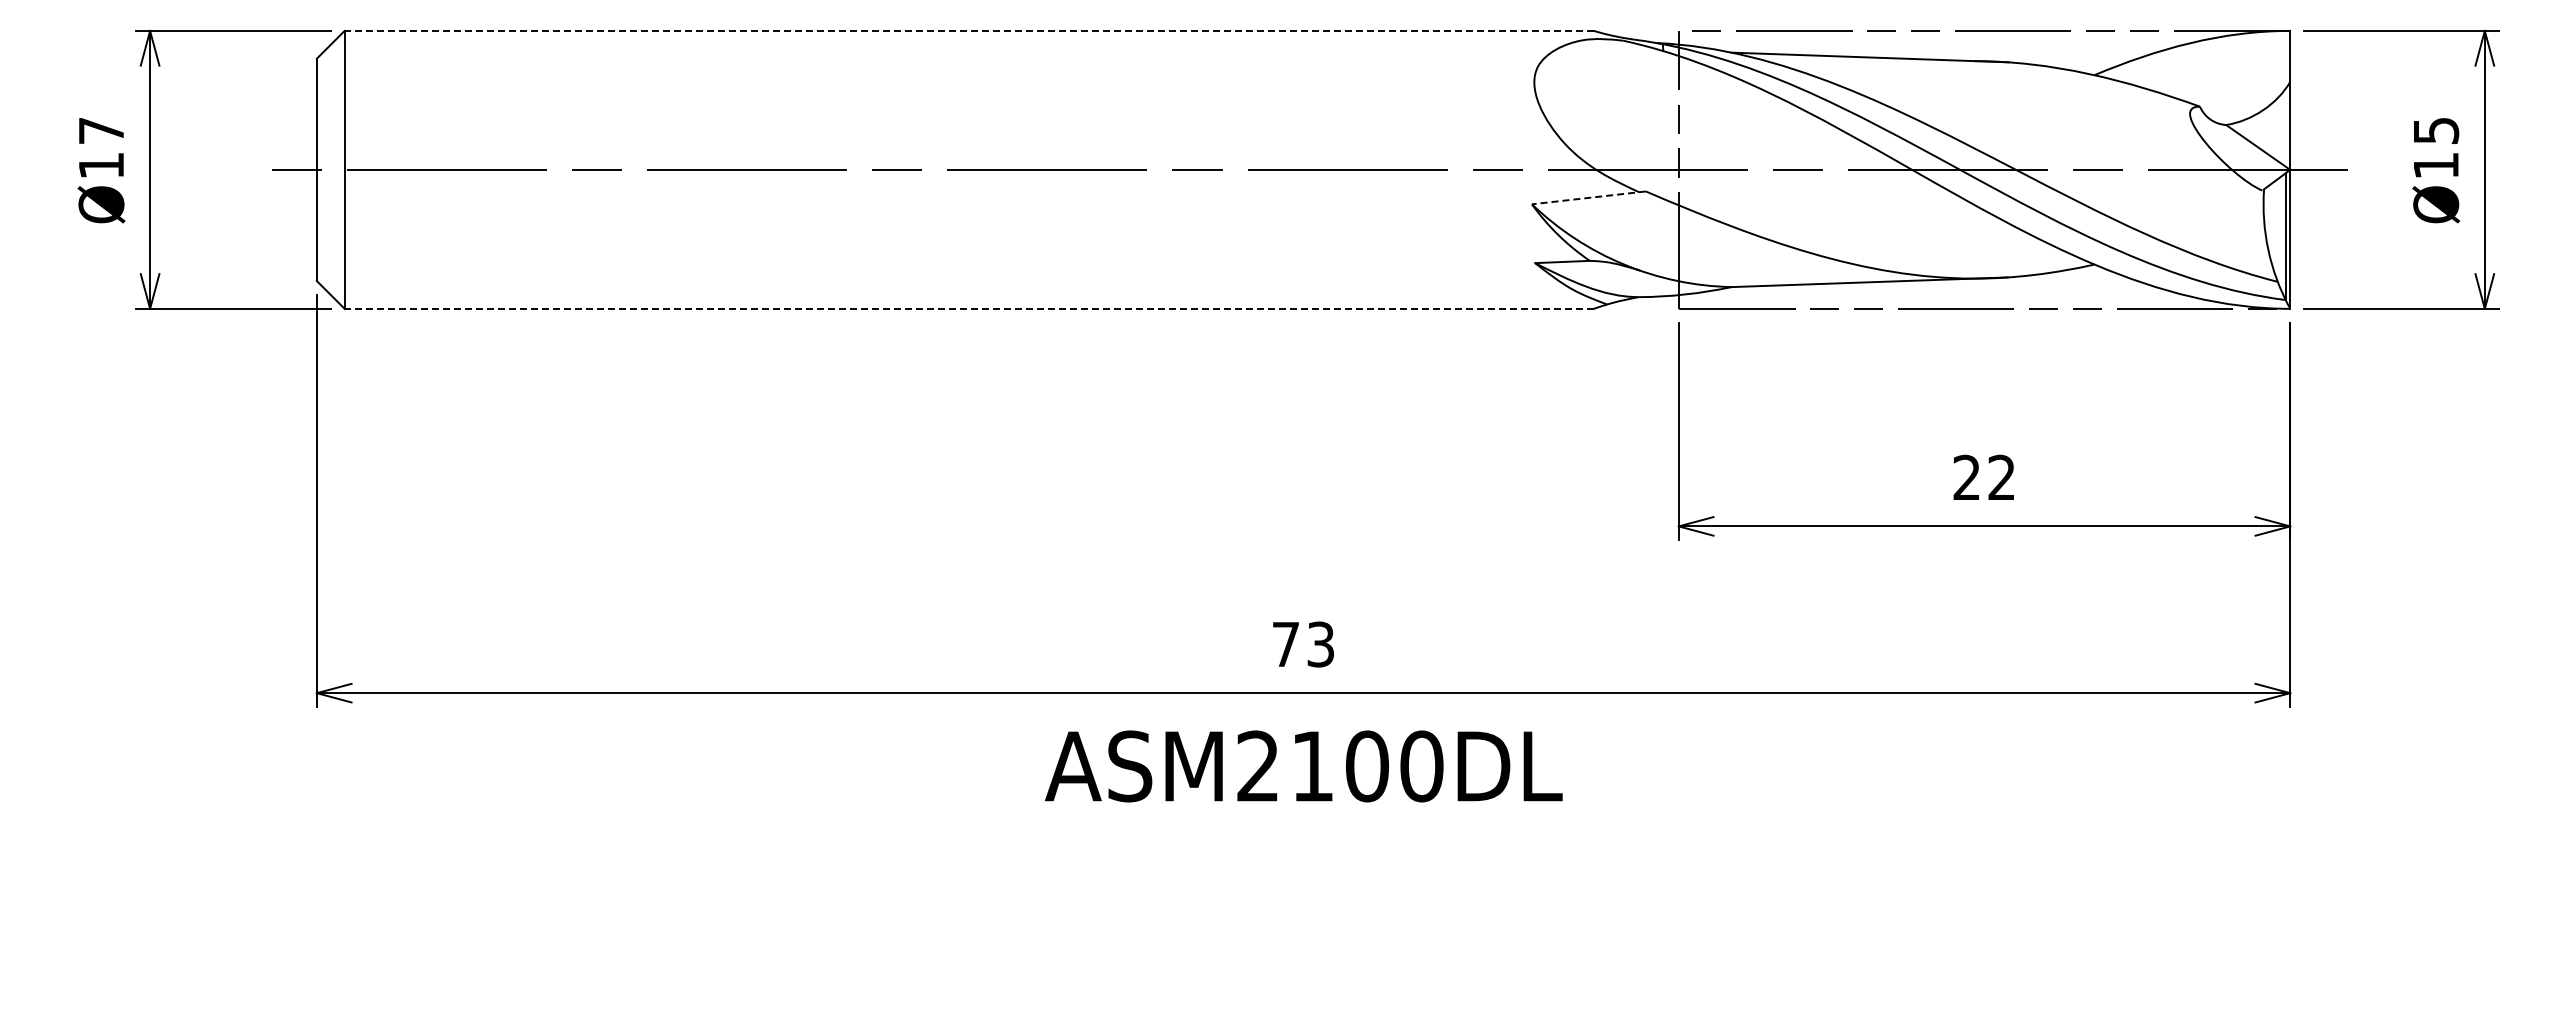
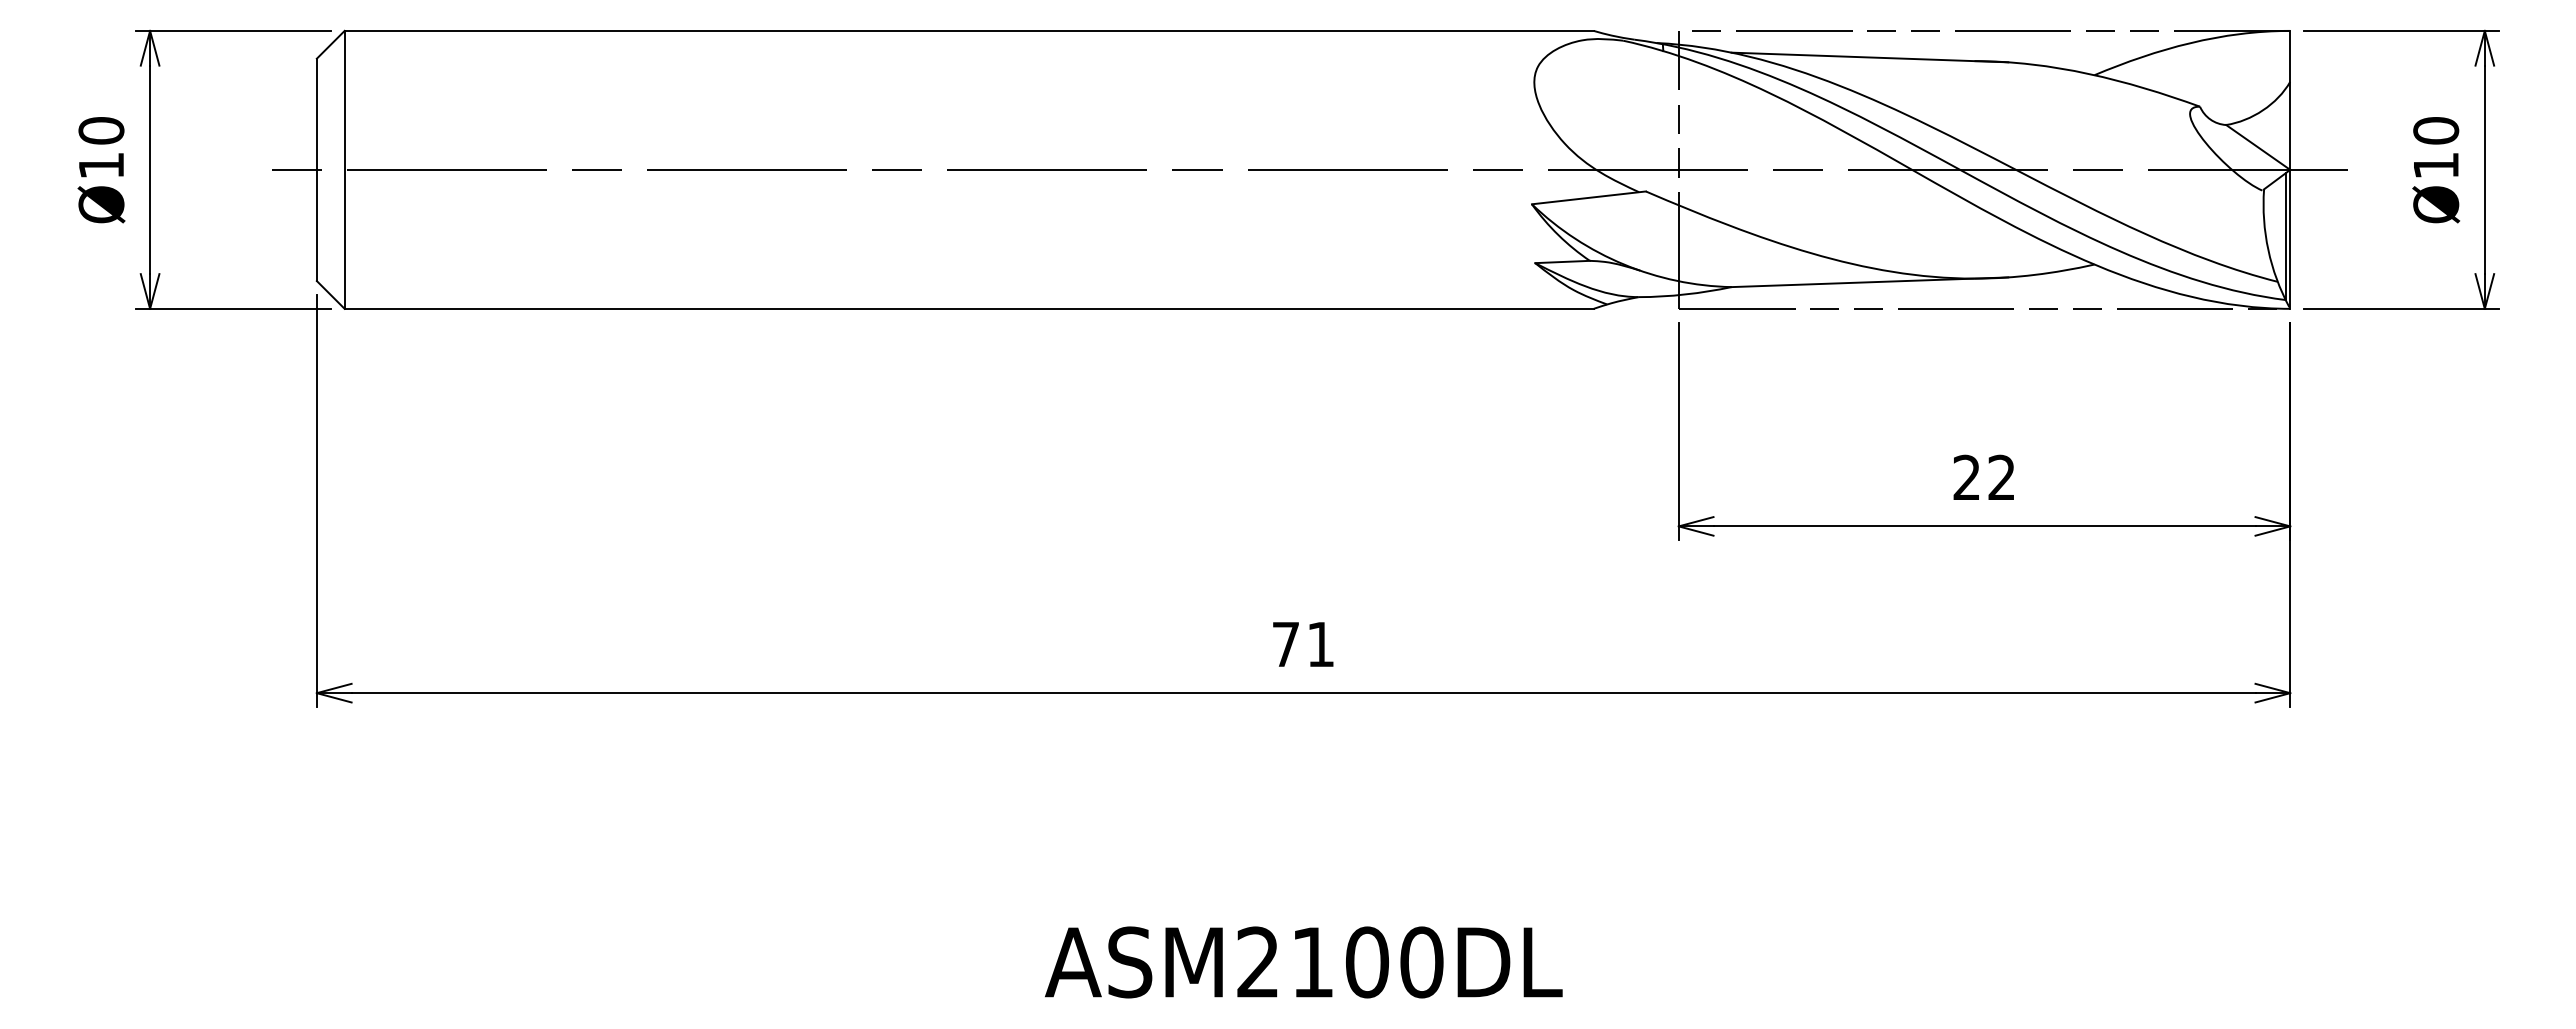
line at (969, 30): dashed -> solid
text at (101, 130): Ø17 -> Ø10
text at (2436, 130): Ø15 -> Ø10
line at (1588, 197): dashed -> solid
line at (969, 308): dashed -> solid
text at (1320, 644): 73 -> 71
text at (1303, 766) position: (1303, 766) -> (1303, 962)
